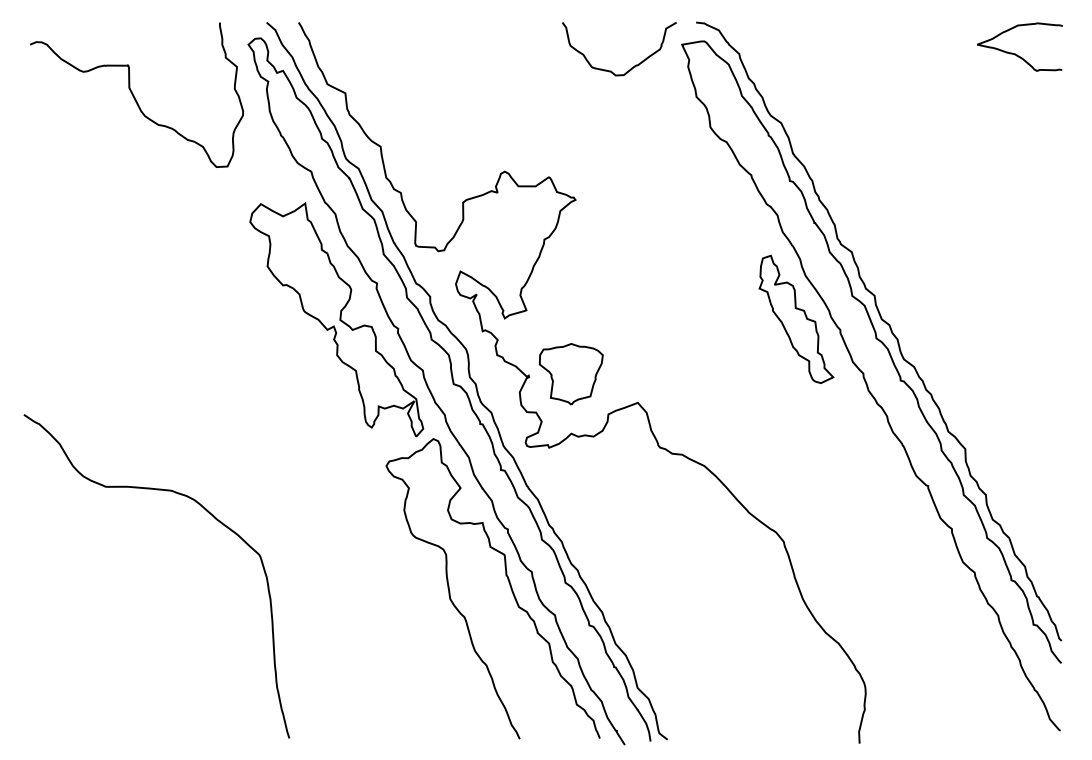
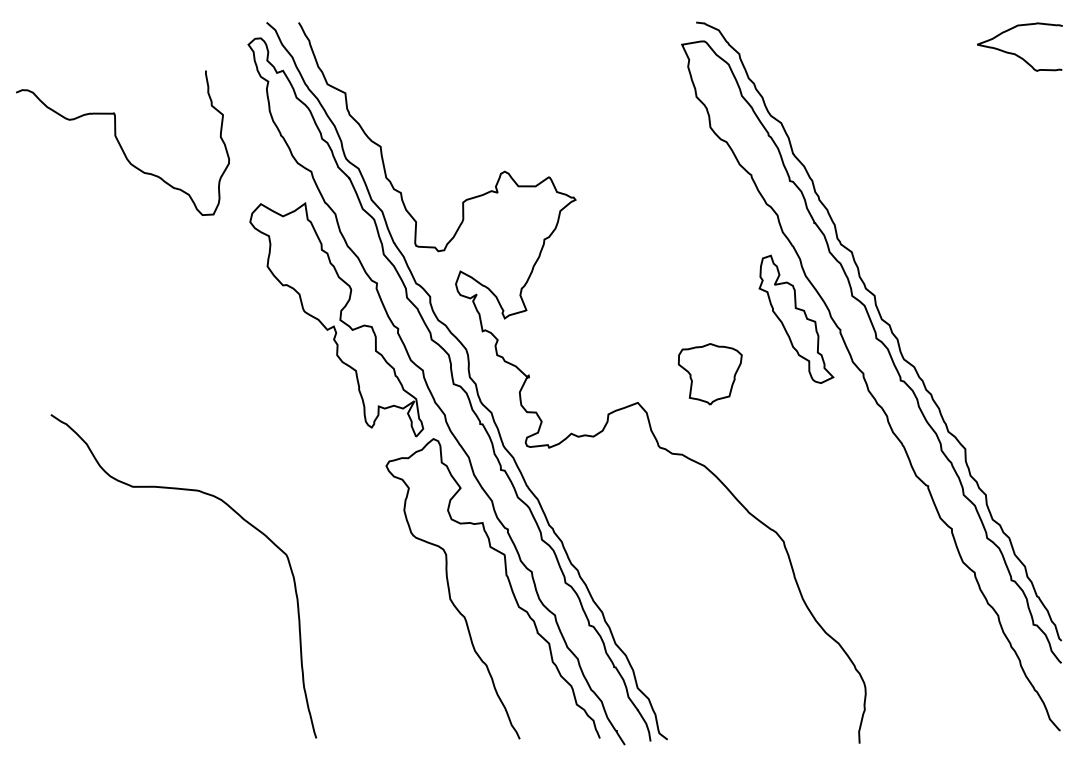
curve at (631, 67): present -> none
curve at (134, 95) position: (134, 95) -> (120, 143)
part at (570, 374) position: (570, 374) -> (709, 374)
curve at (208, 513) position: (208, 513) -> (235, 513)
